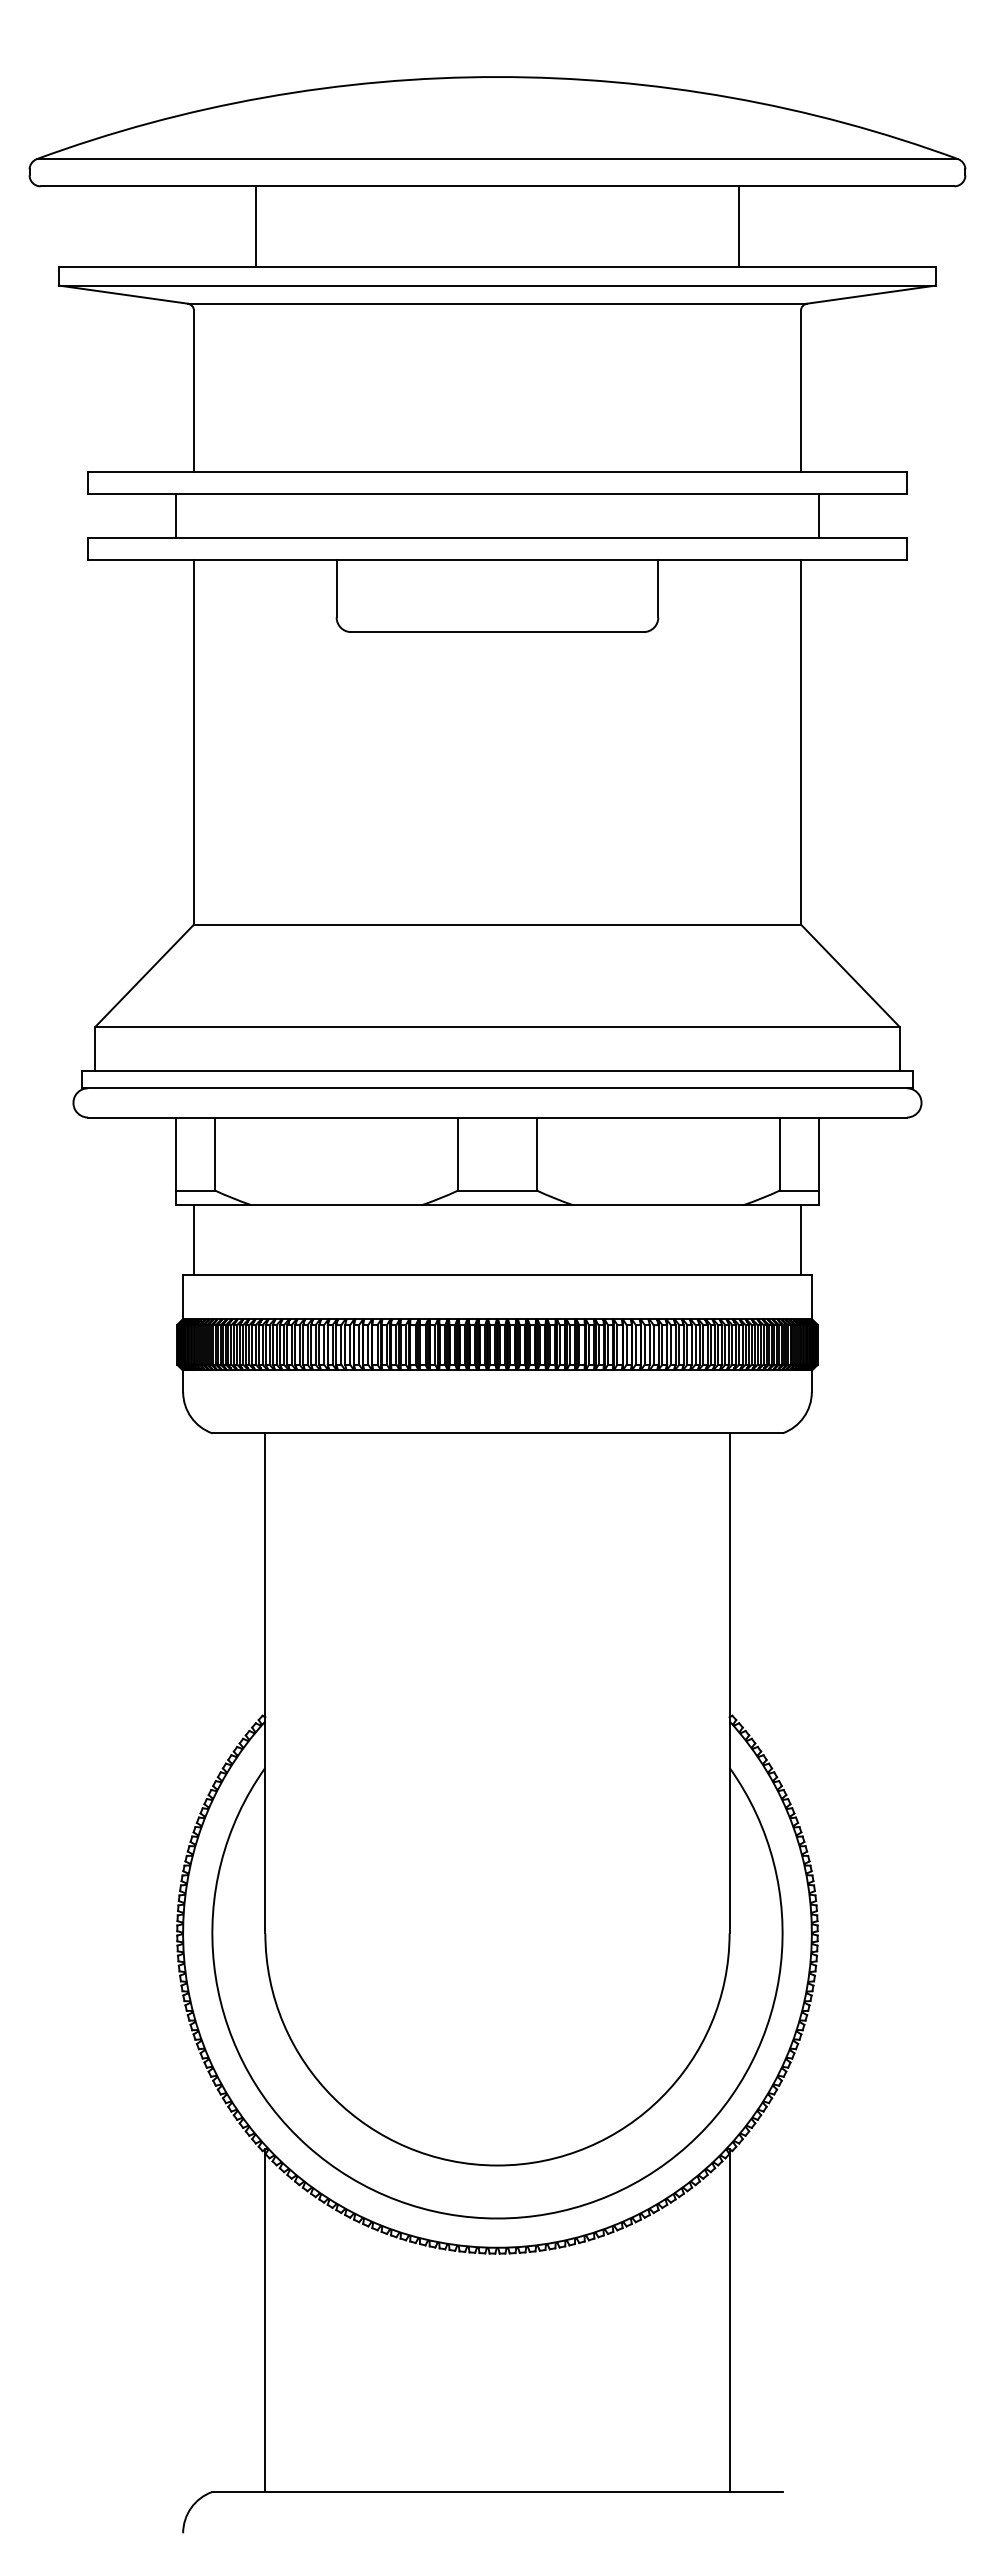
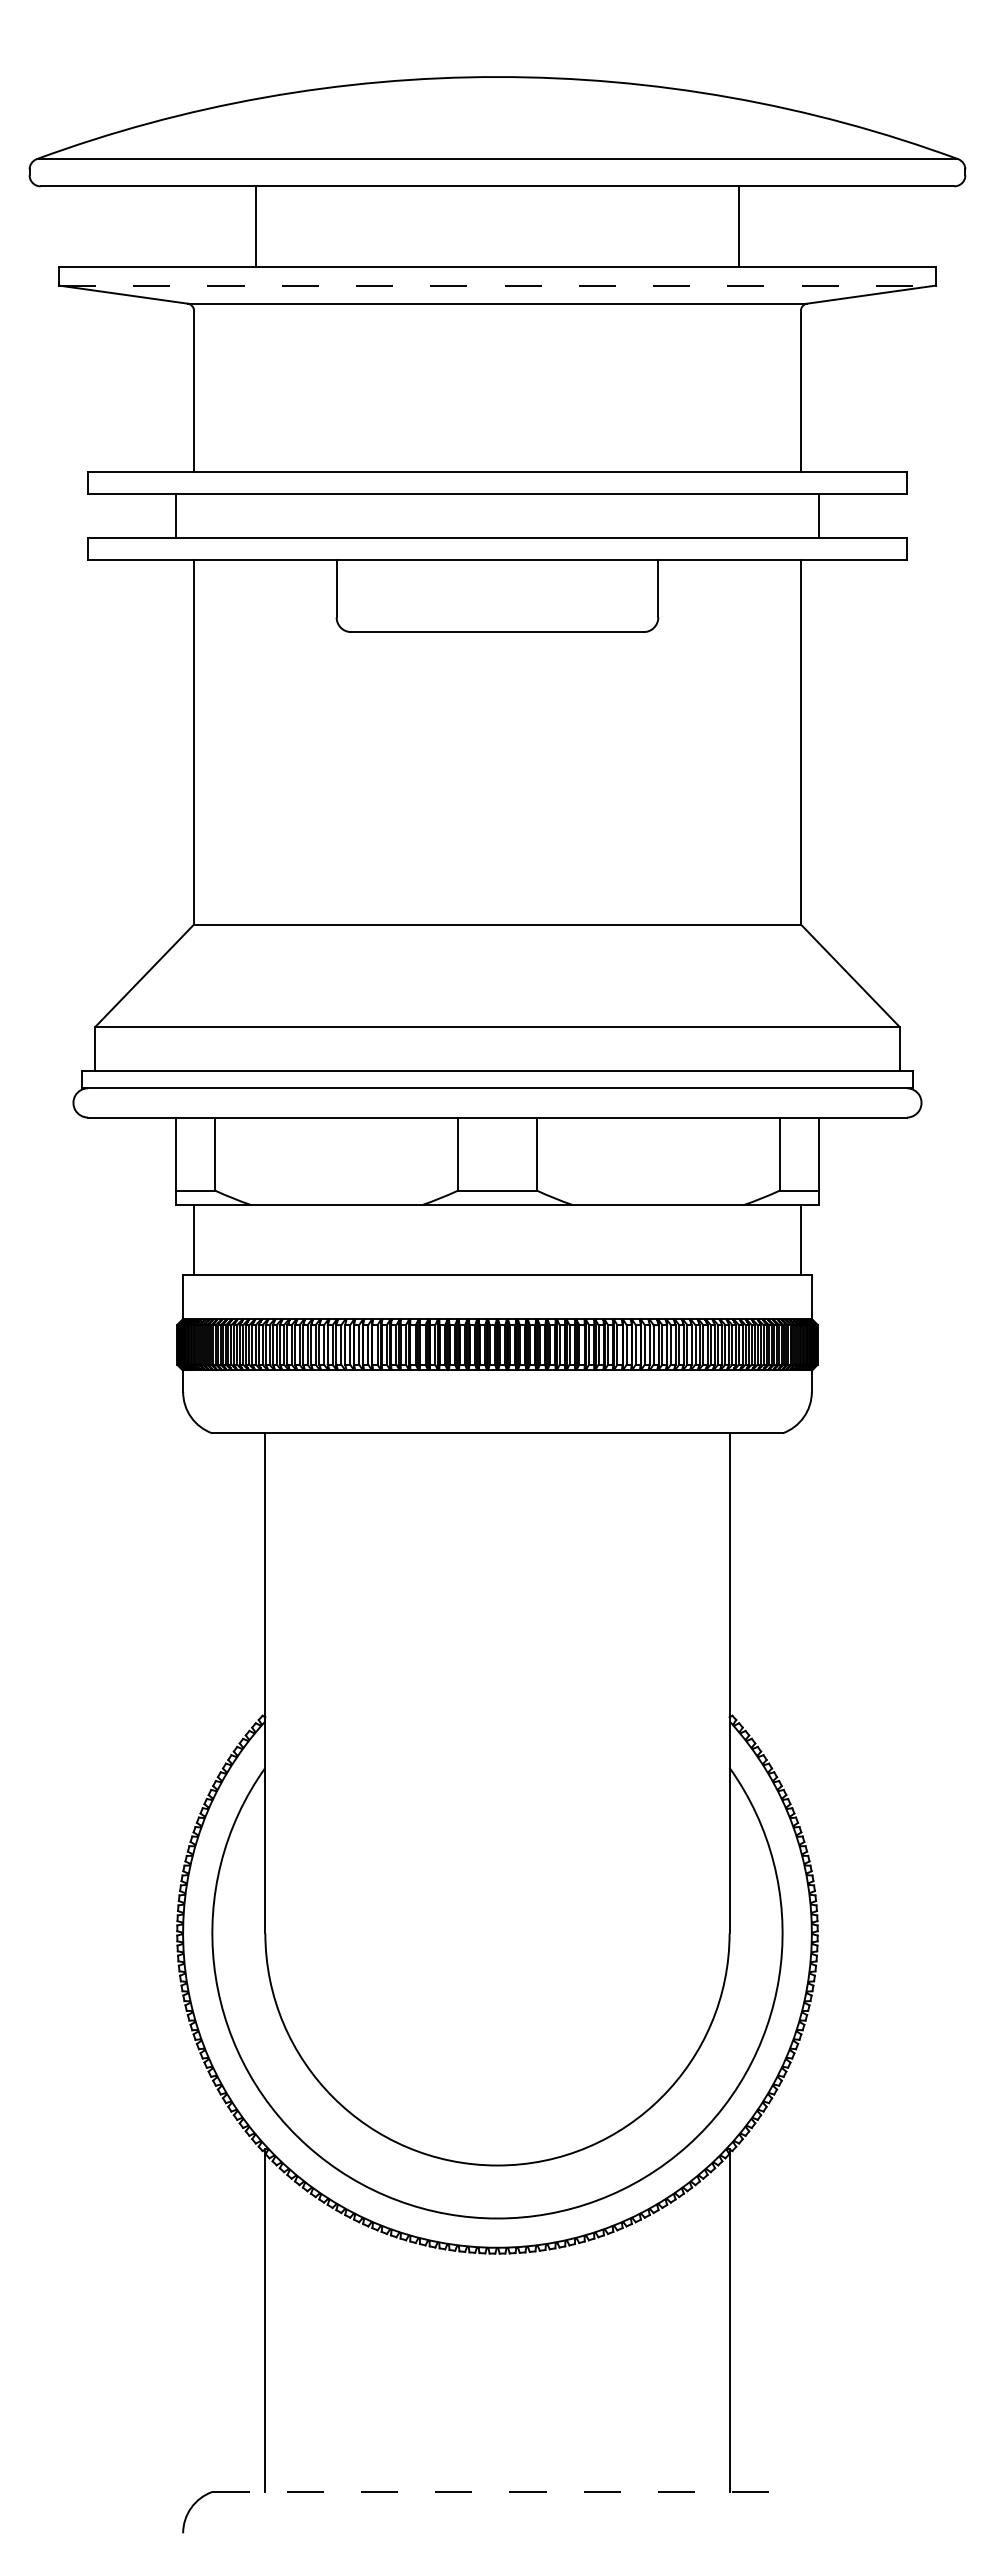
line at (497, 285): solid -> dashed
line at (498, 2491): solid -> dashed
